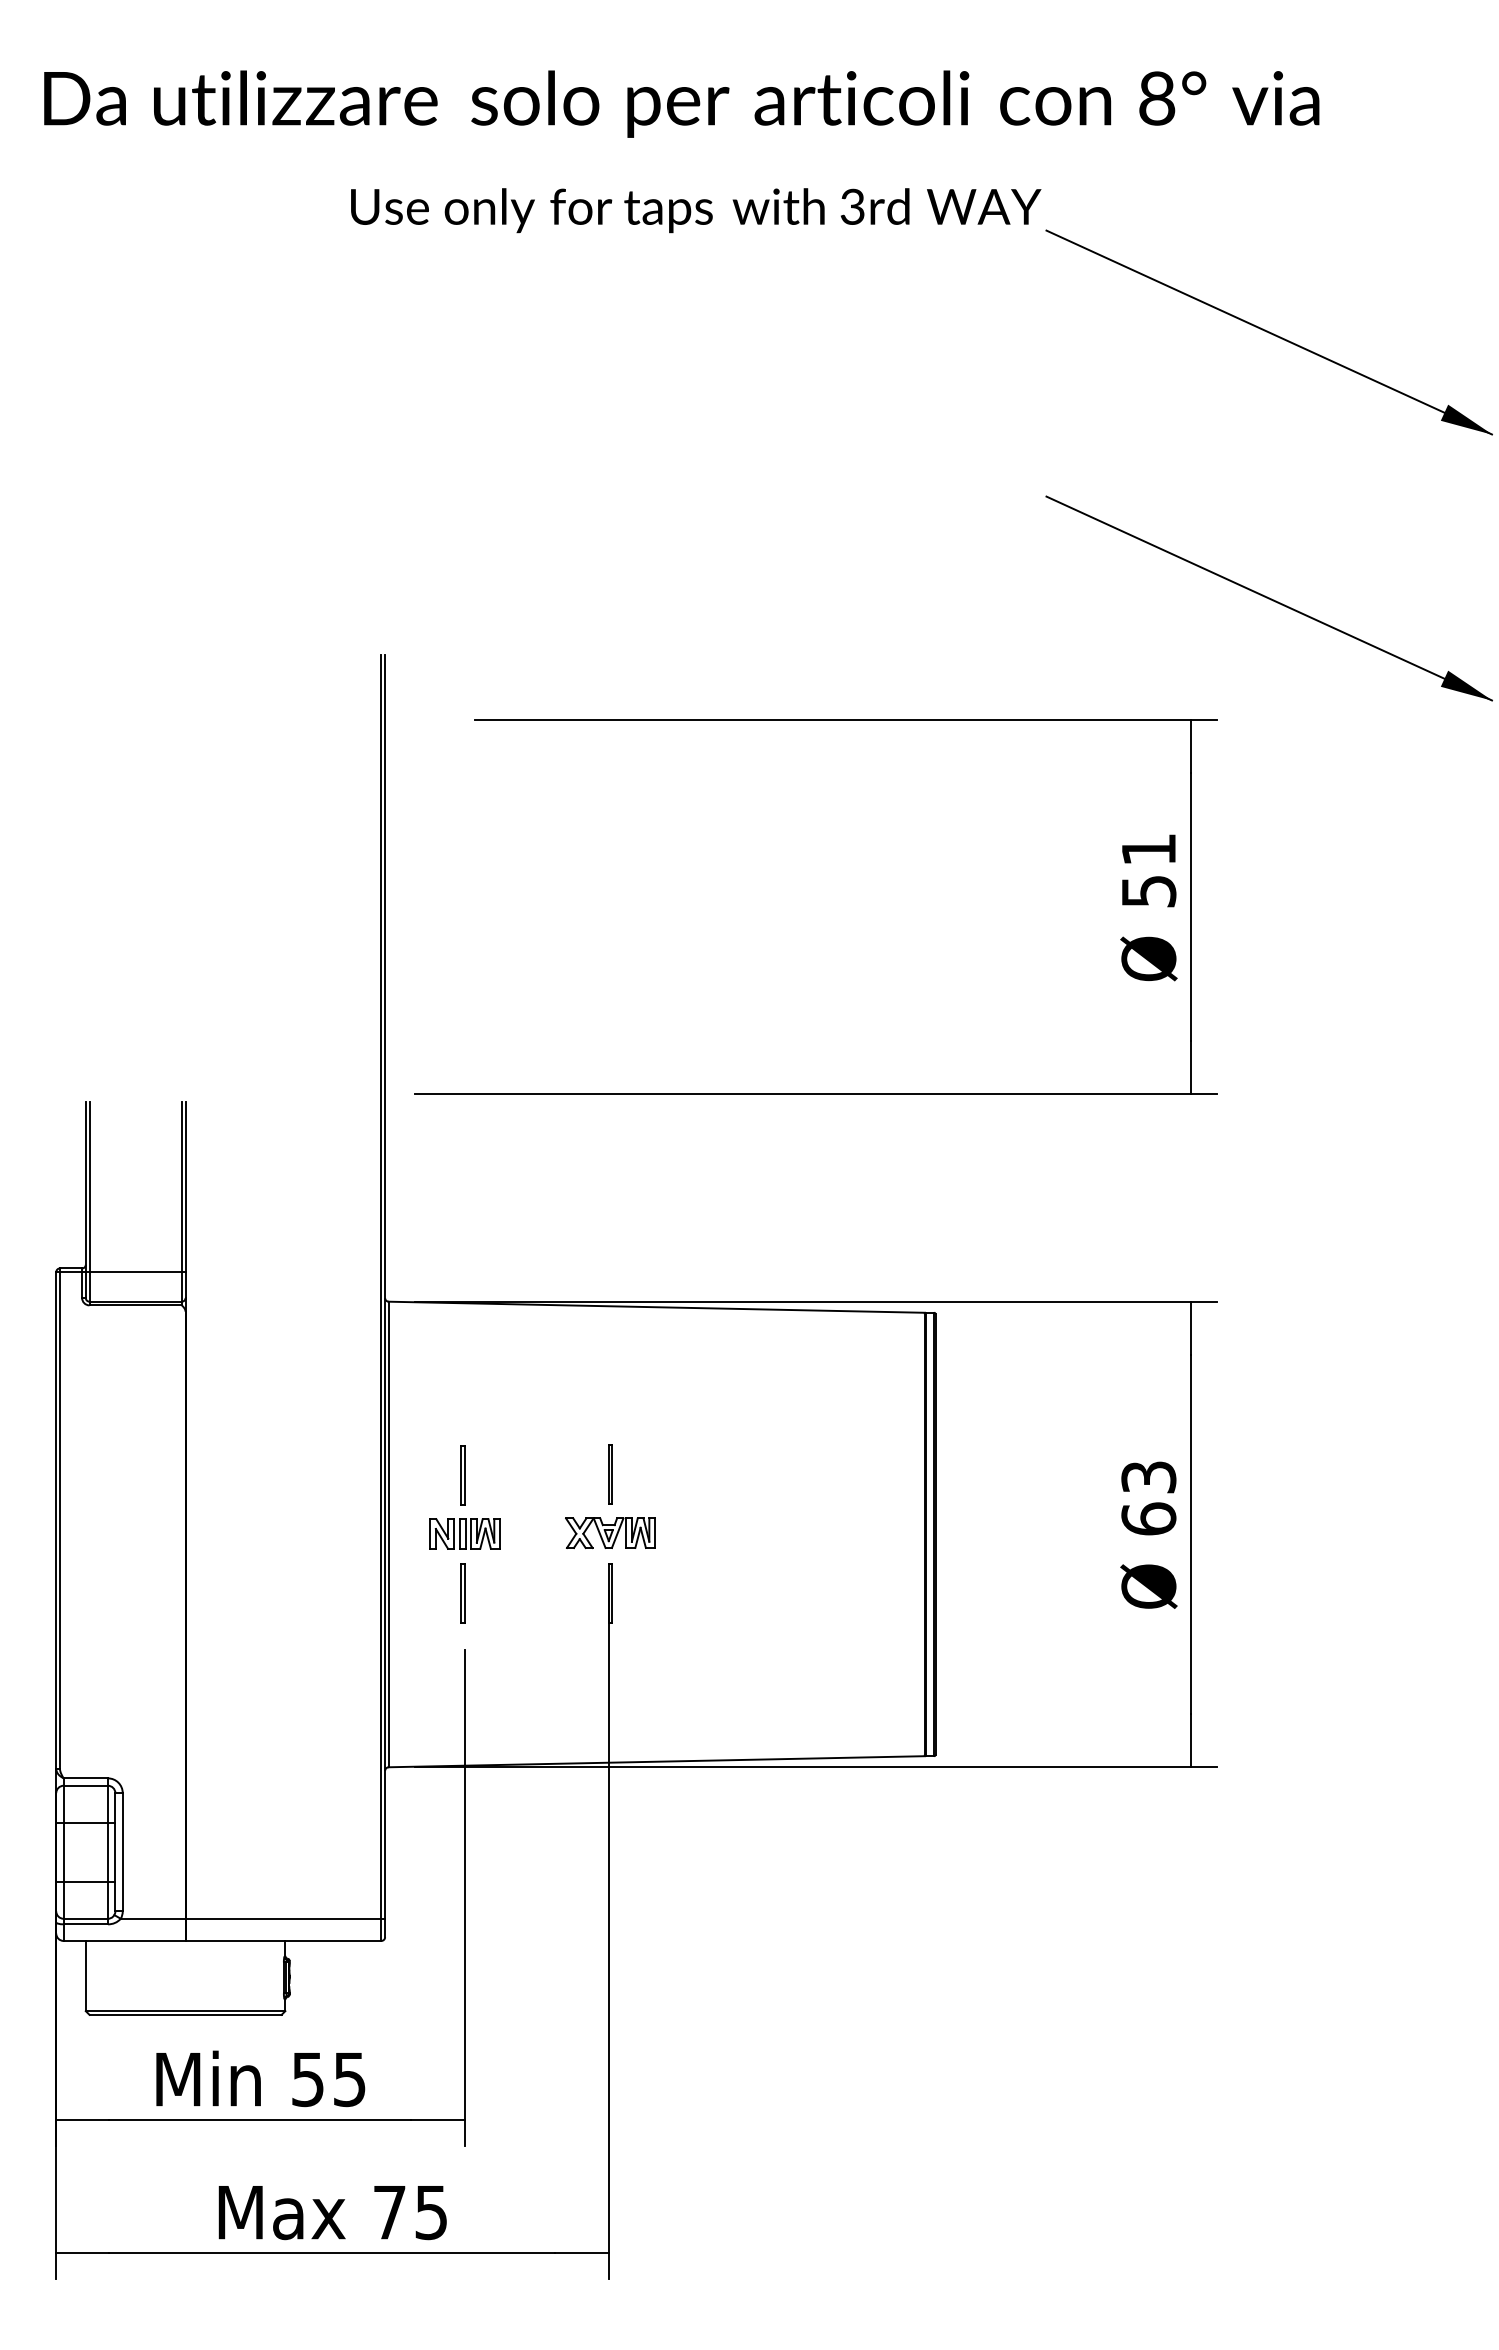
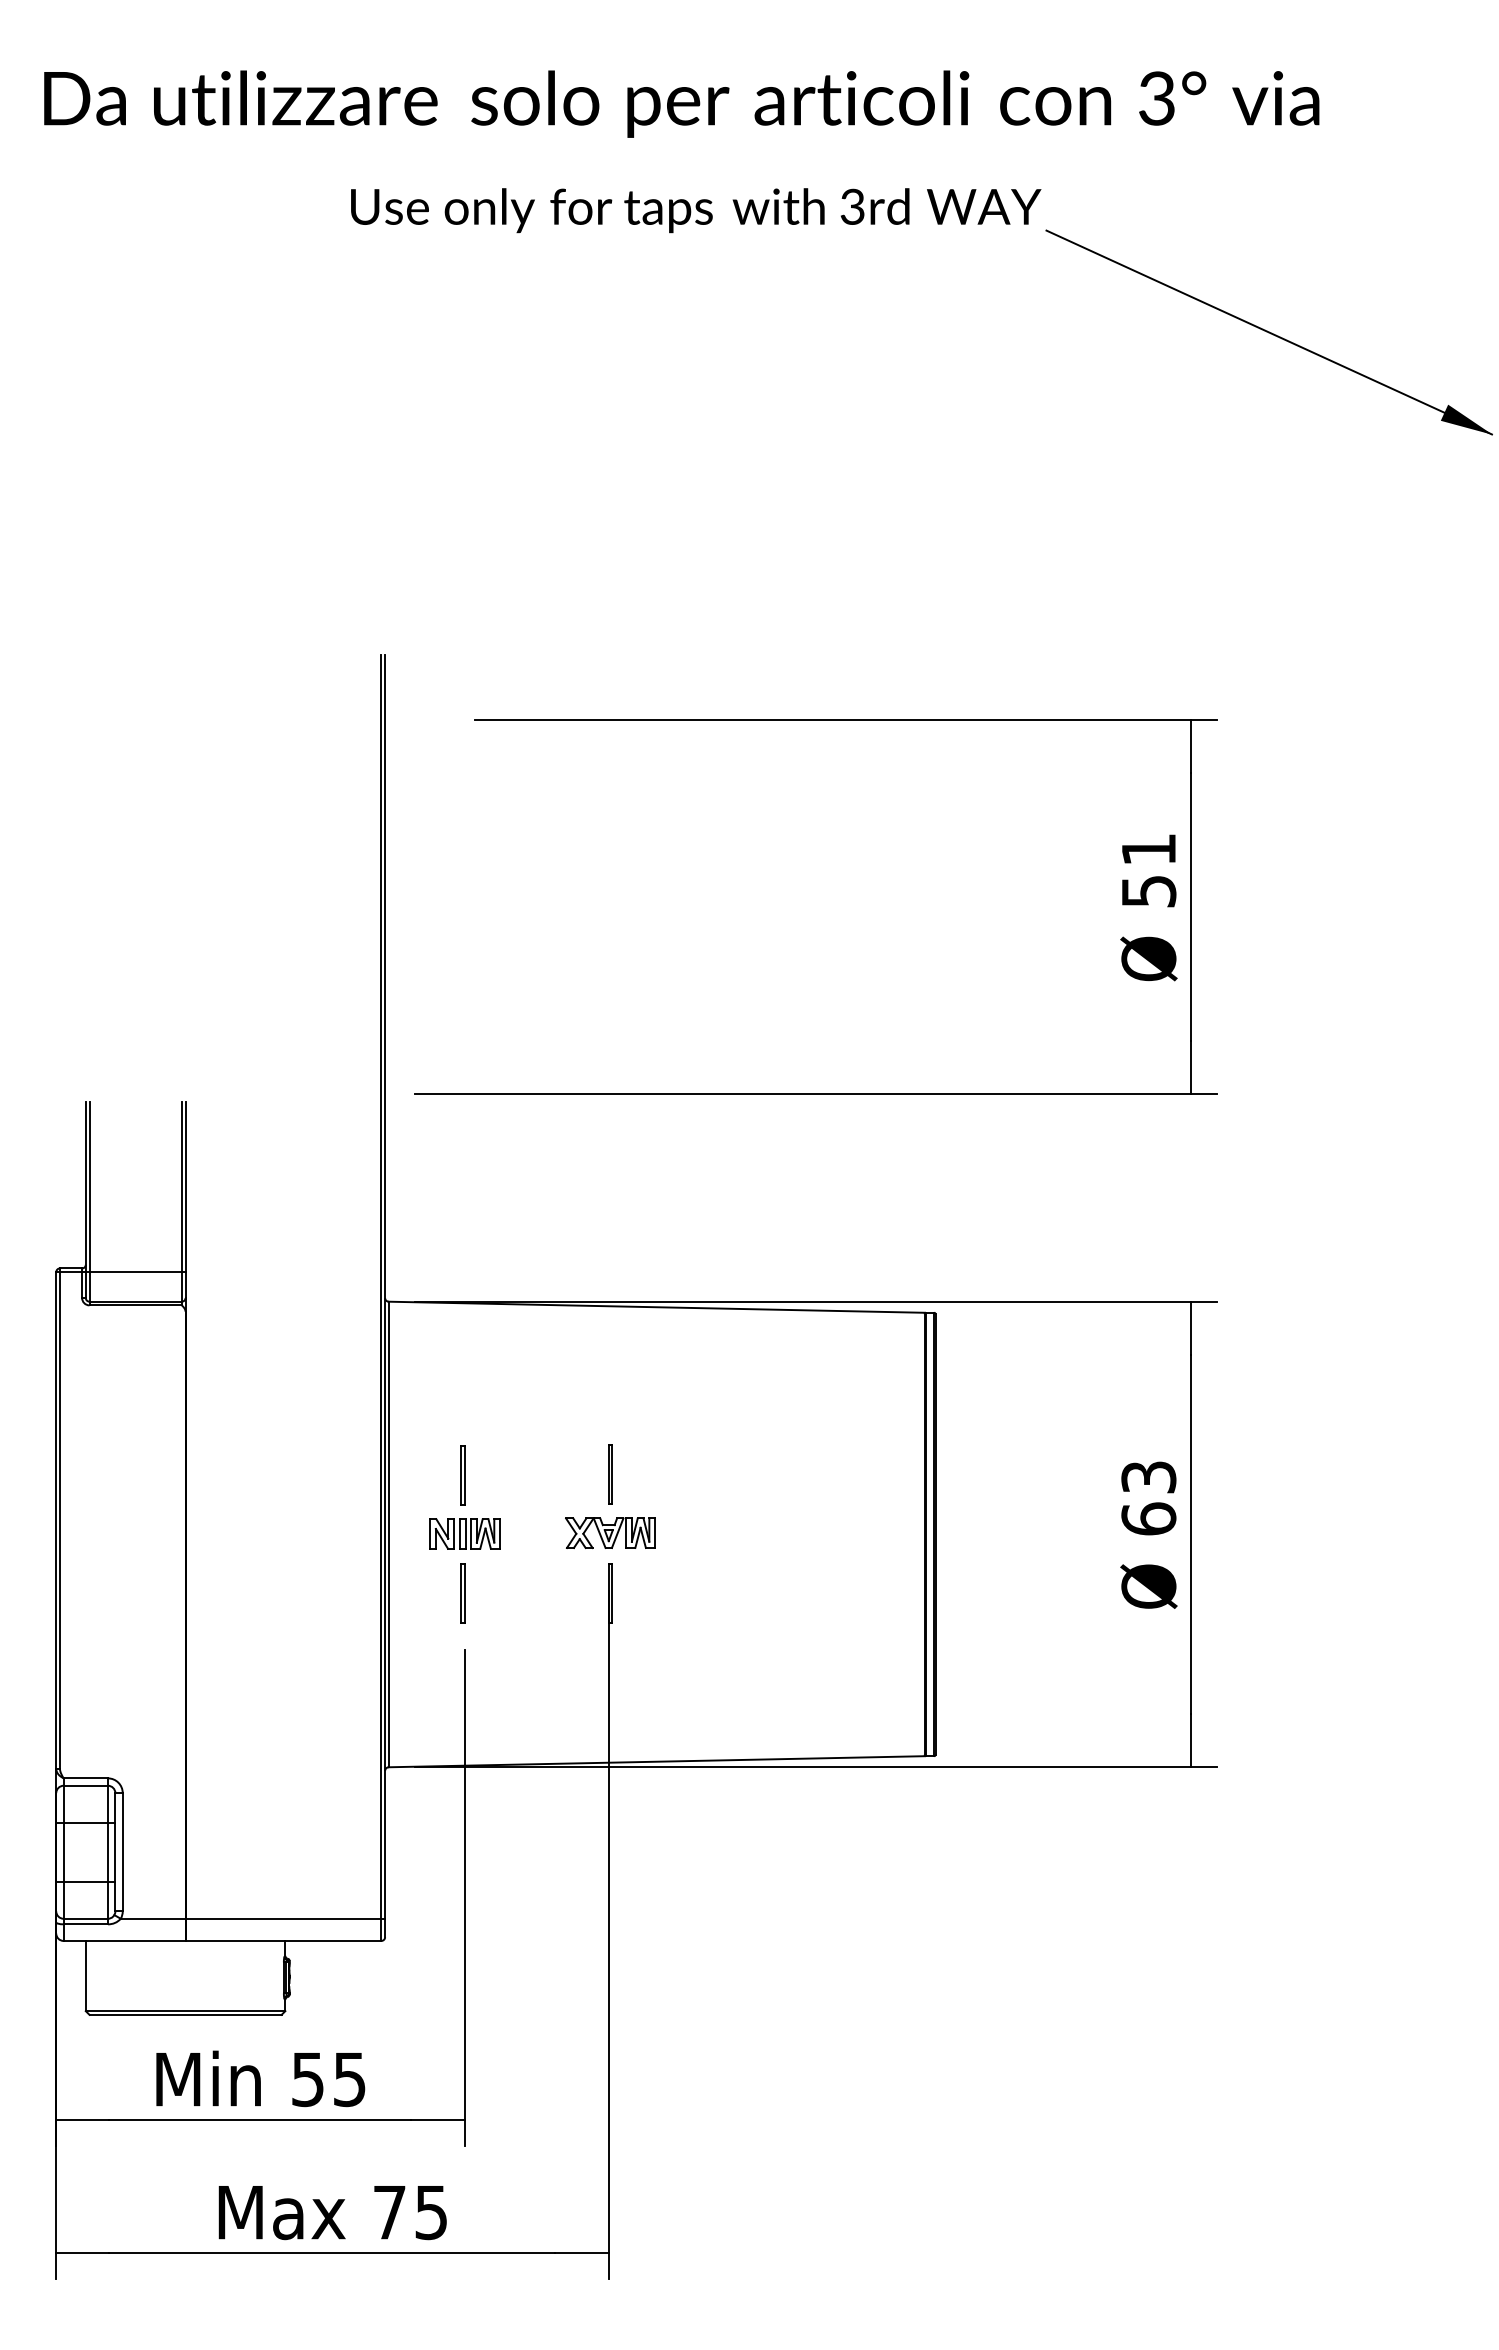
text at (1157, 98): 8° -> 3°
part at (1268, 598): present -> none
